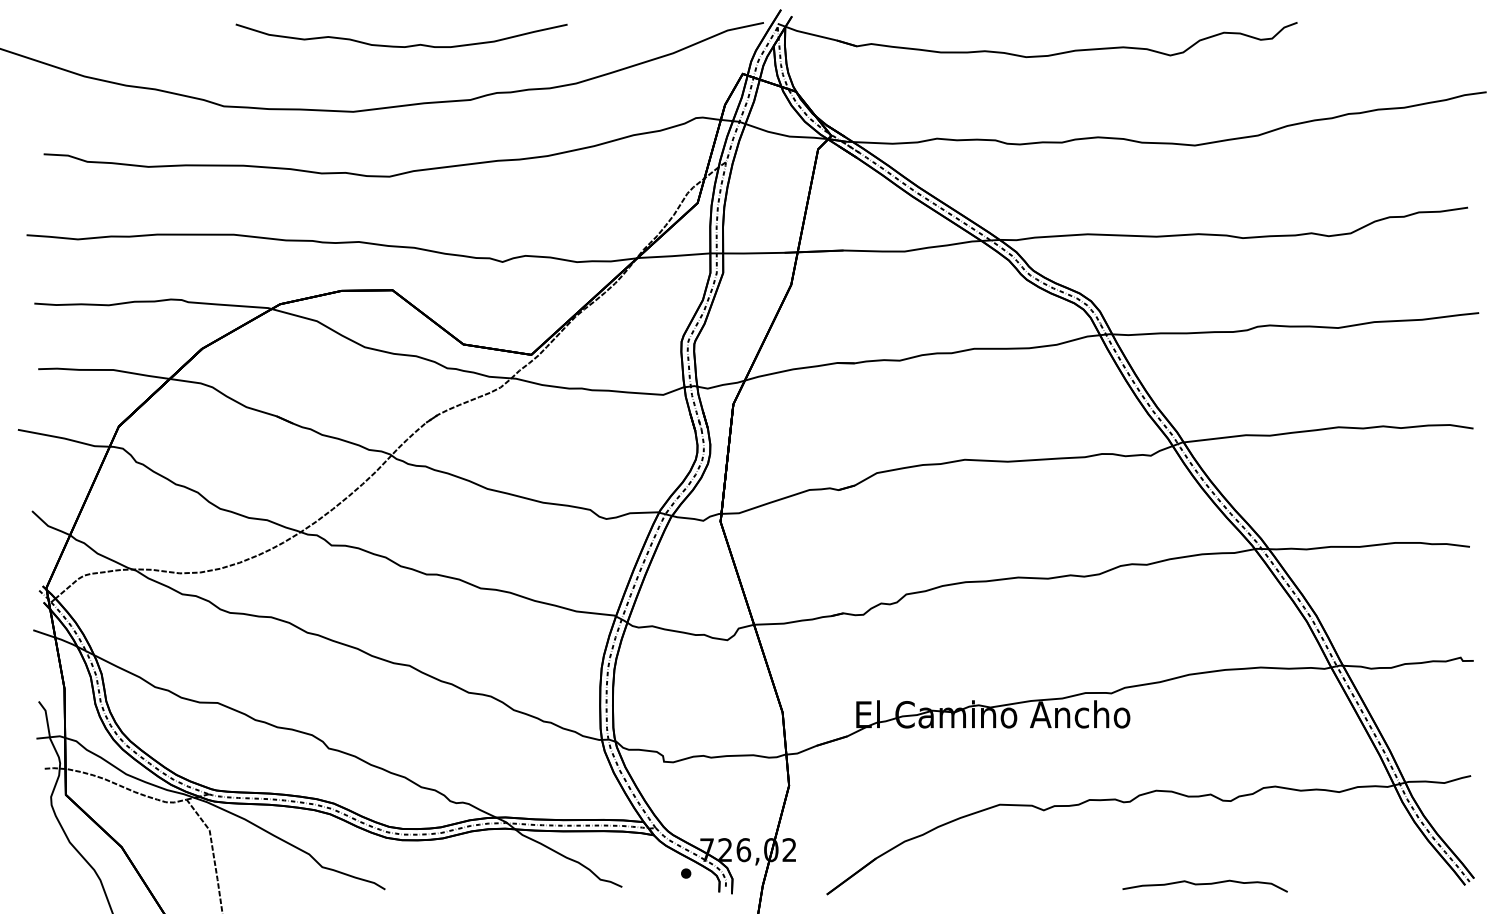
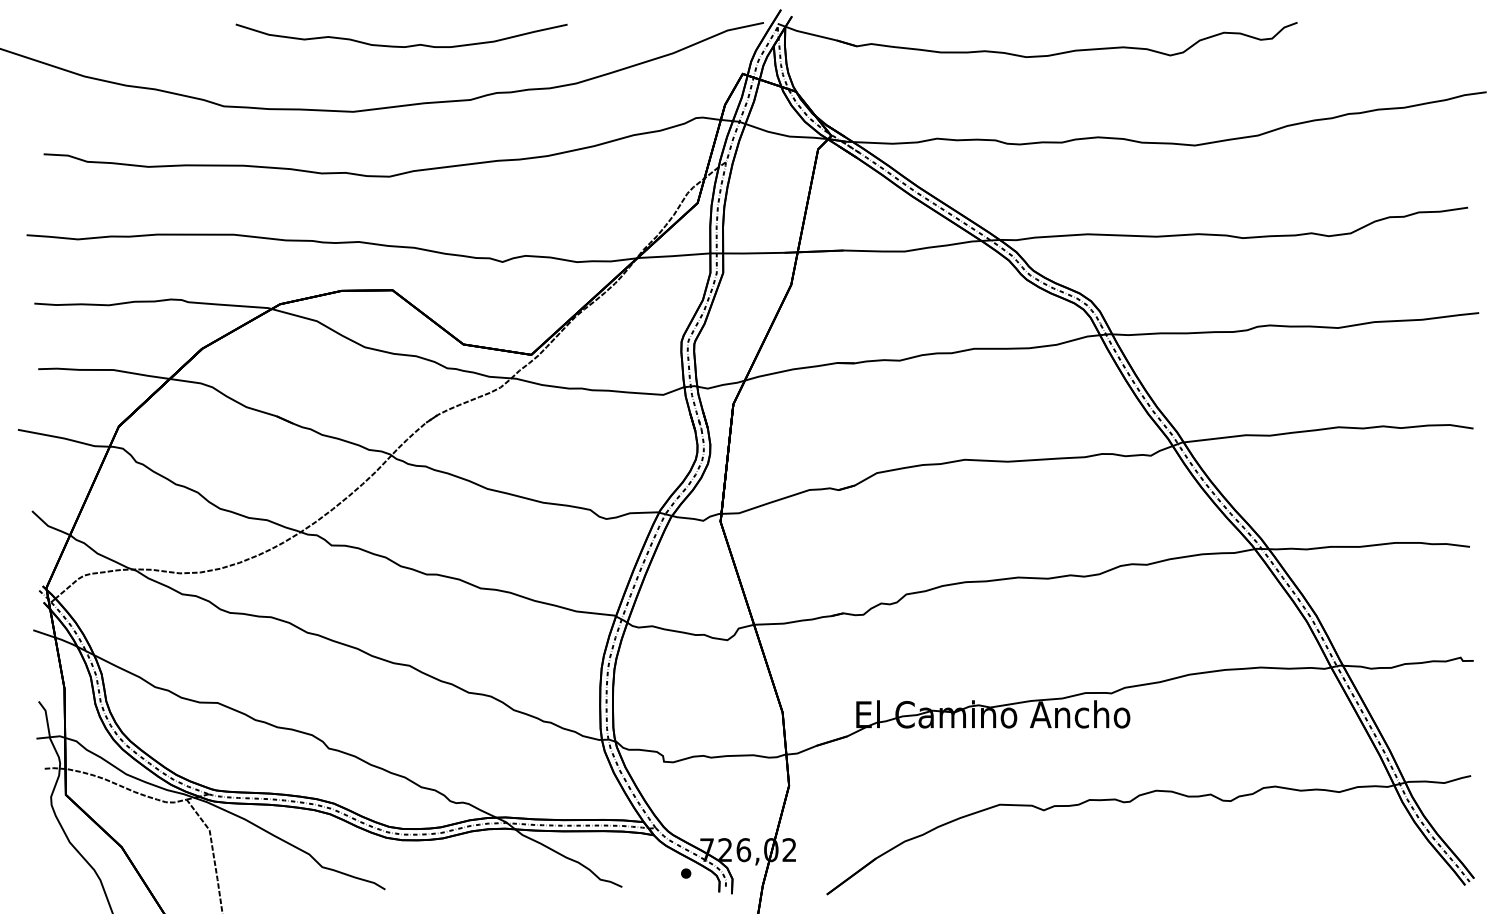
curve at (1204, 884): present -> none
